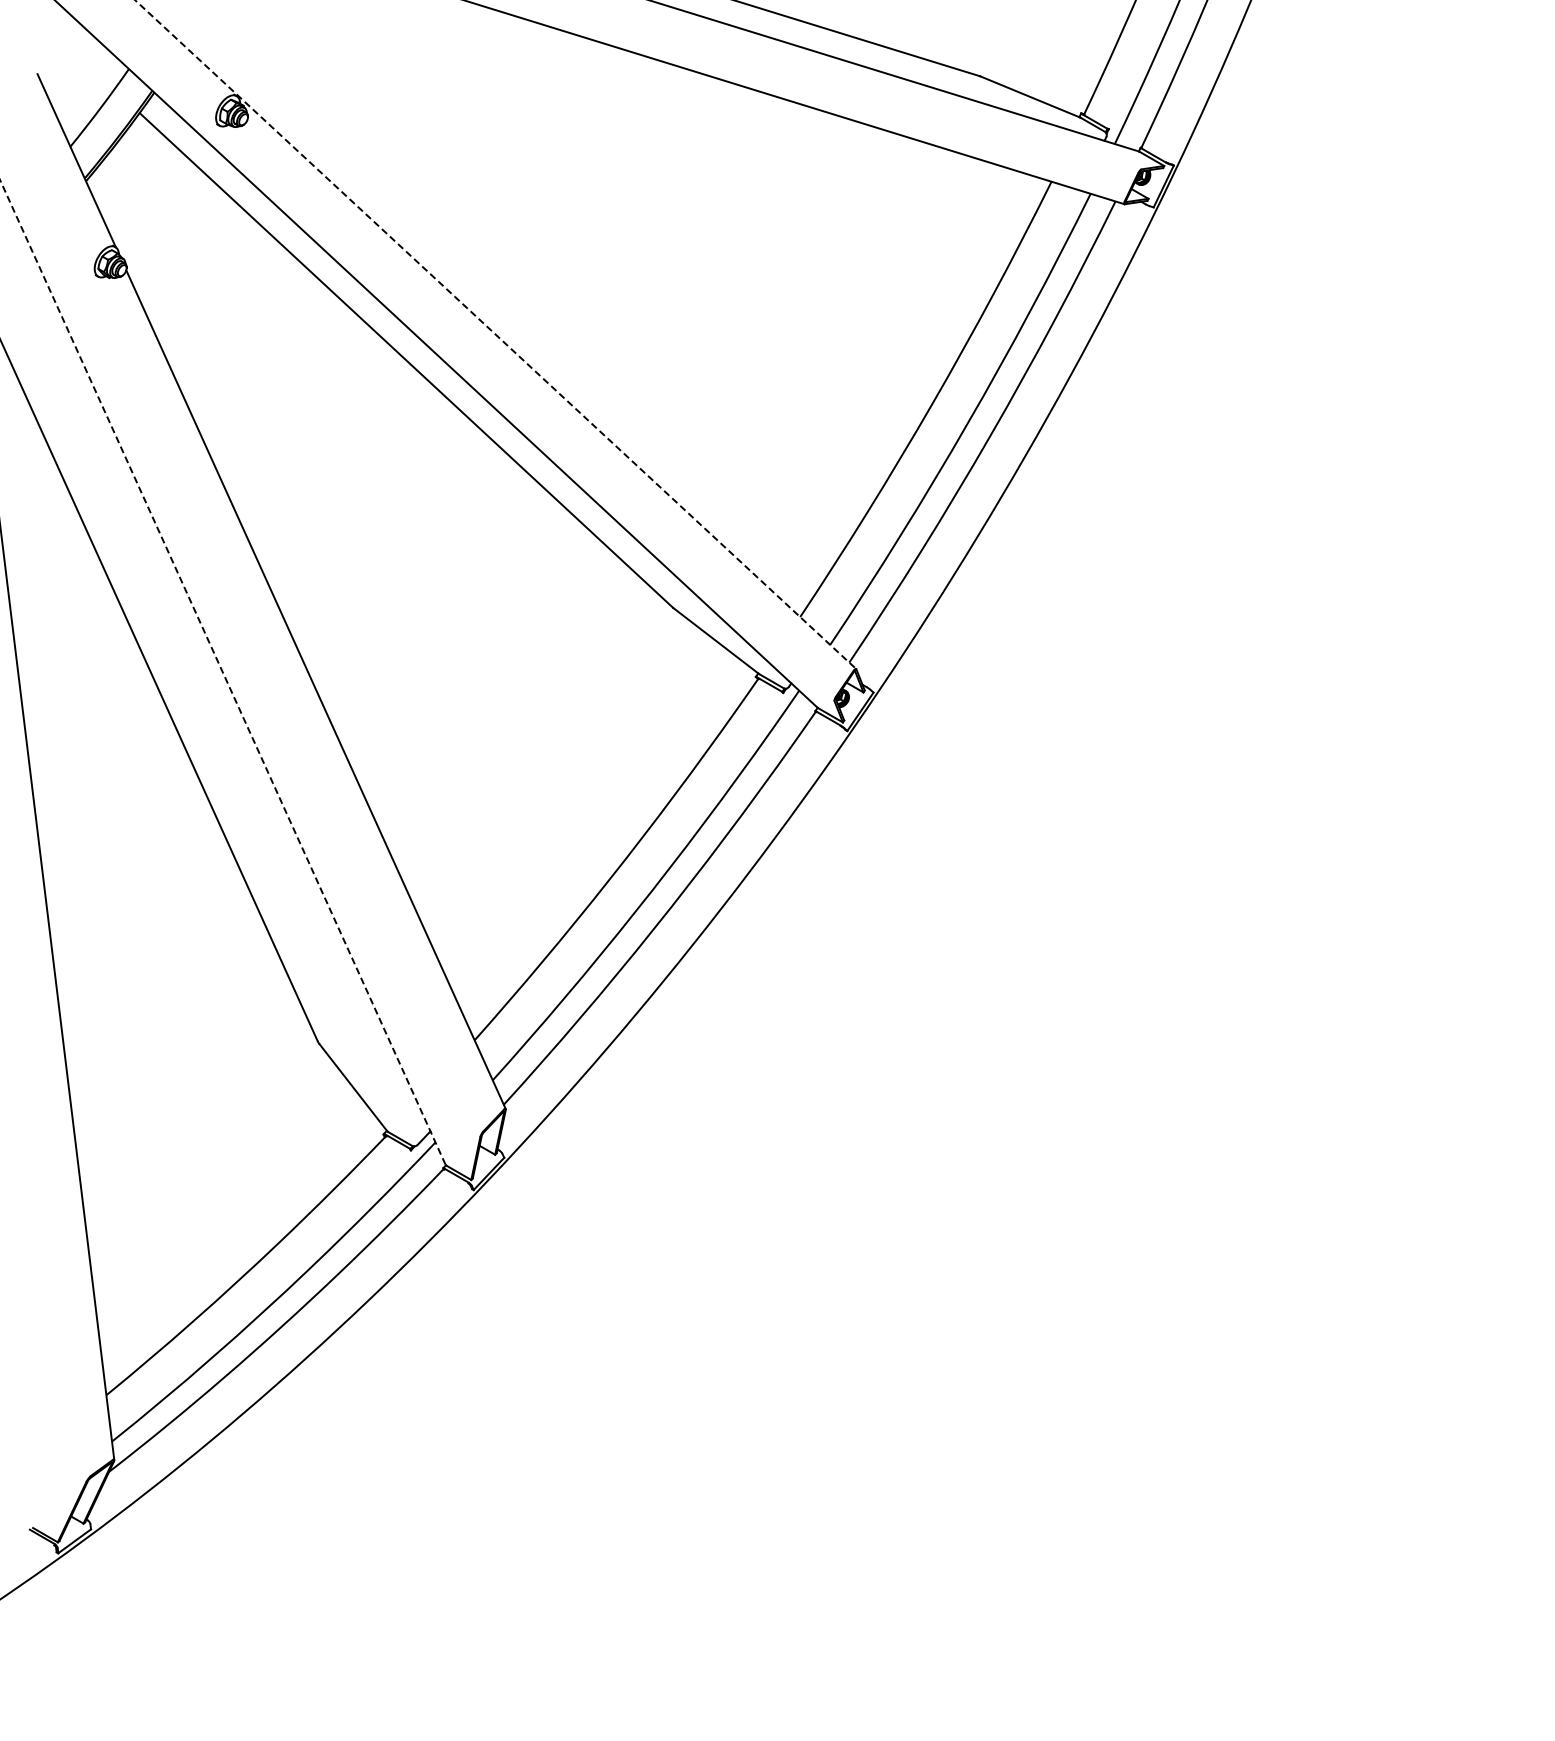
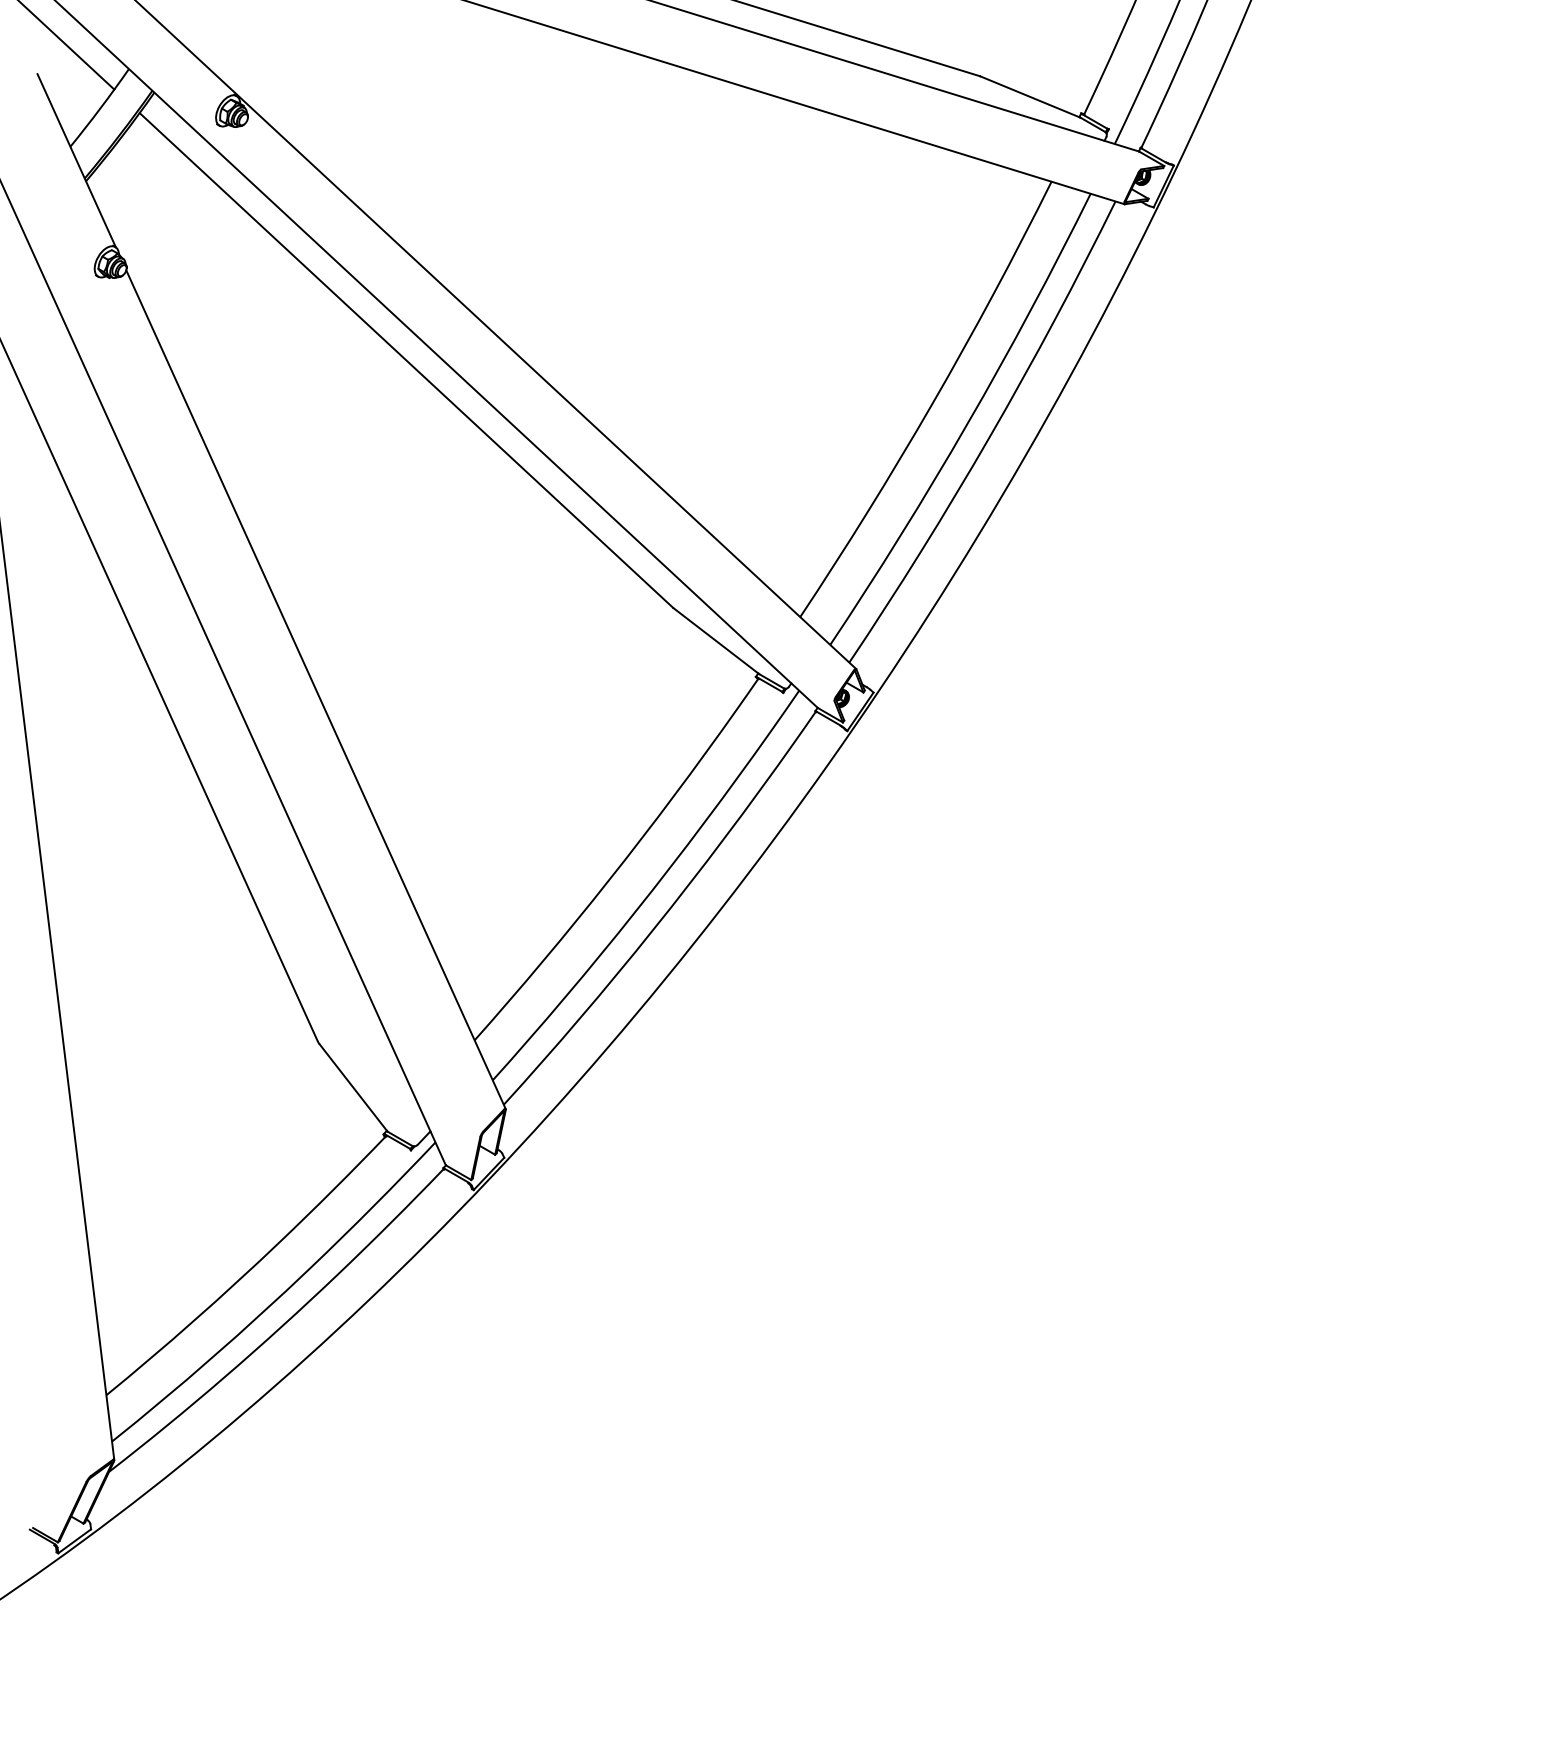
line at (67, 45): none -> present
line at (496, 335): dashed -> solid
line at (222, 671): dashed -> solid
